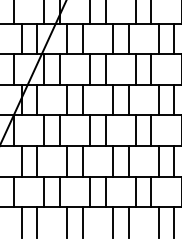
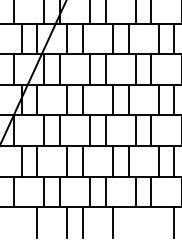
line at (21, 222): present -> none
line at (128, 222): present -> none
line at (159, 222): present -> none
